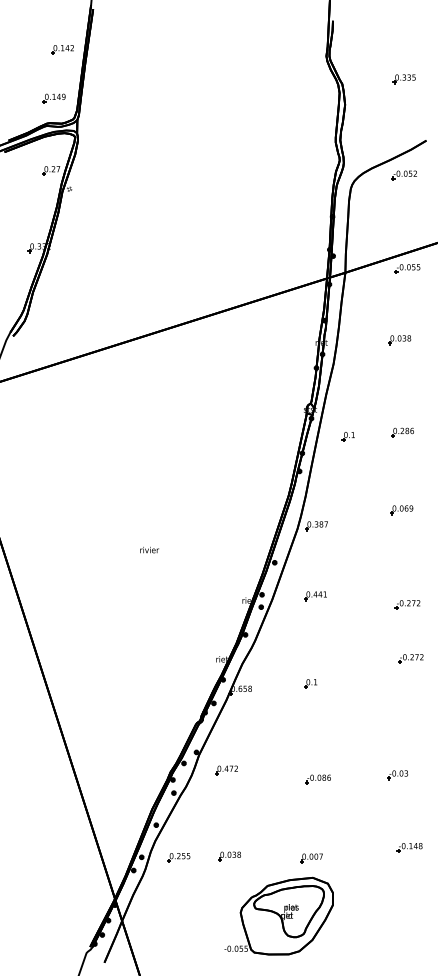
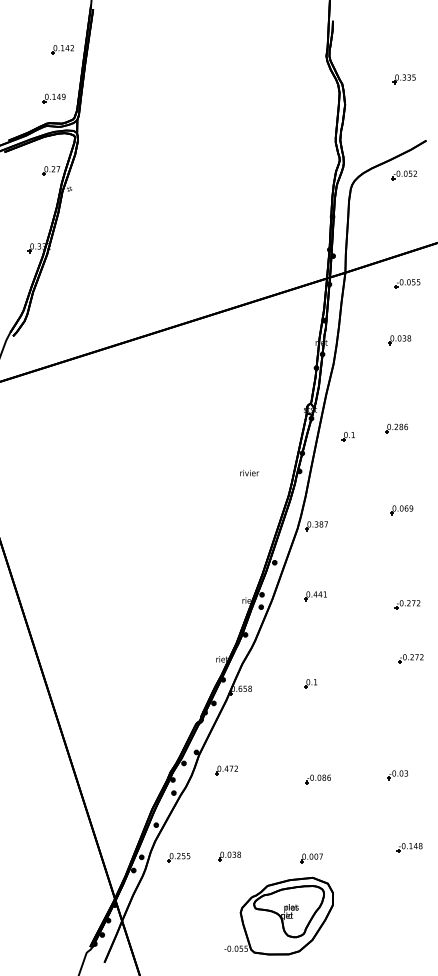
part at (407, 268) position: (407, 268) -> (407, 283)
part at (402, 432) position: (402, 432) -> (396, 428)
text at (149, 549) position: (149, 549) -> (249, 472)
